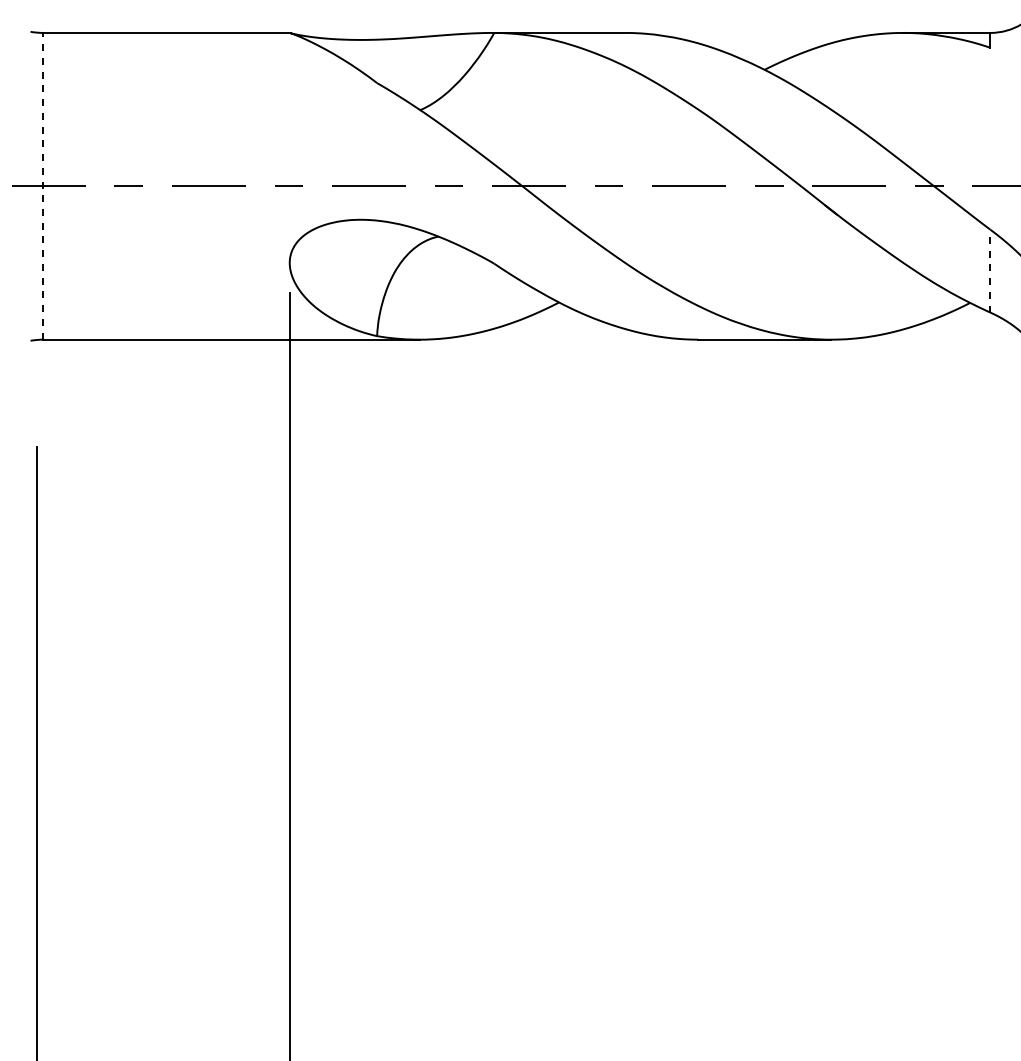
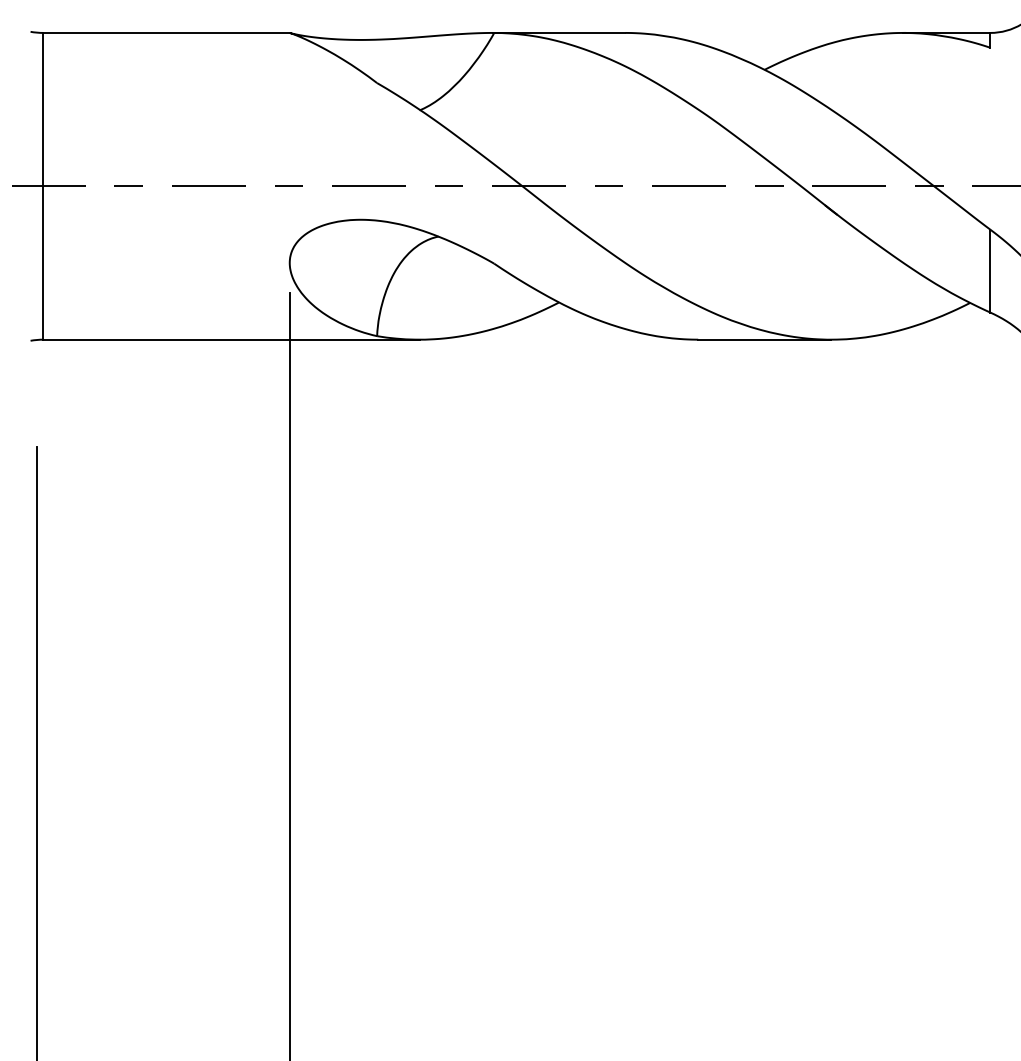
line at (43, 185): dashed -> solid
line at (990, 270): dashed -> solid
